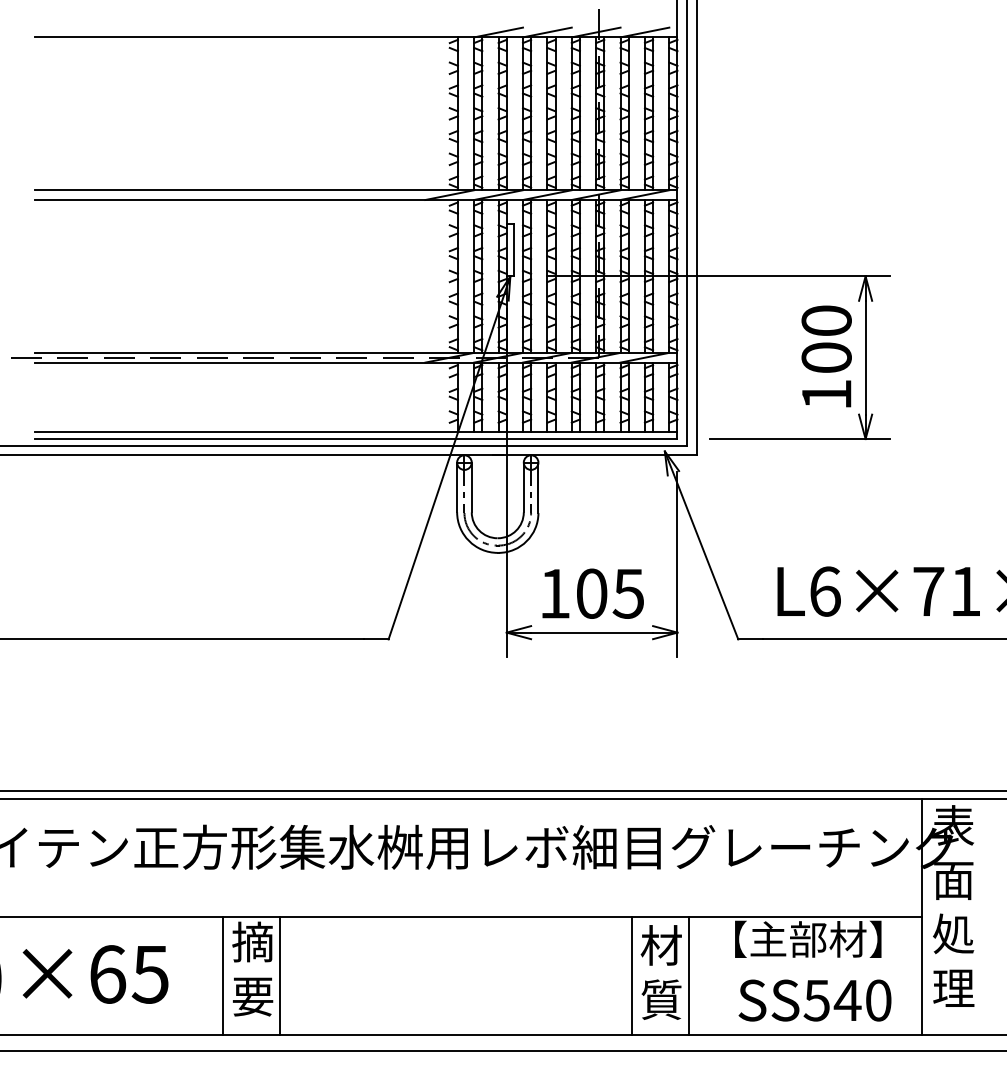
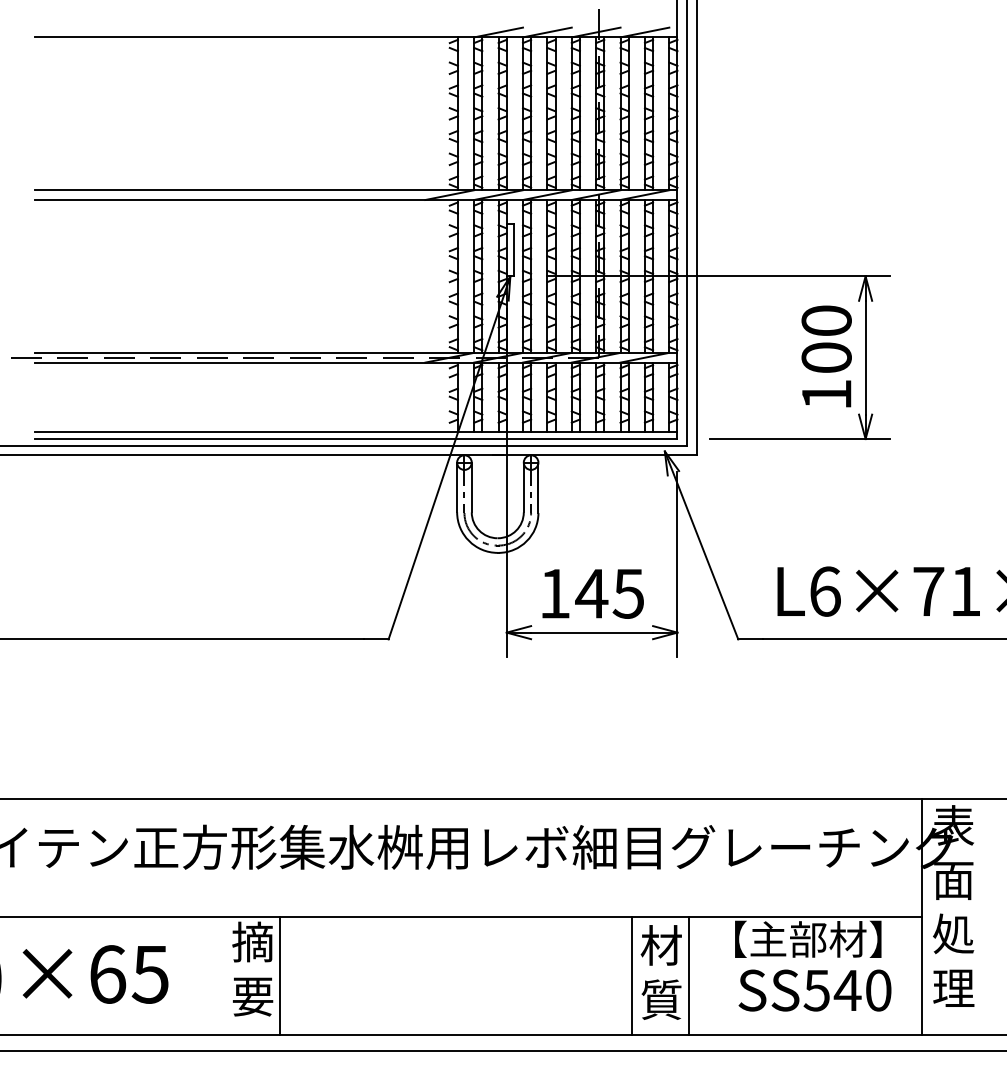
text at (591, 593): 105 -> 145
line at (502, 791): present -> none
line at (223, 976): present -> none
text at (814, 1000) position: (814, 1000) -> (814, 990)
